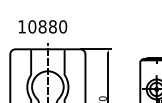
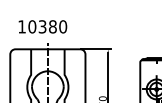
text at (42, 26): 10880 -> 10380
